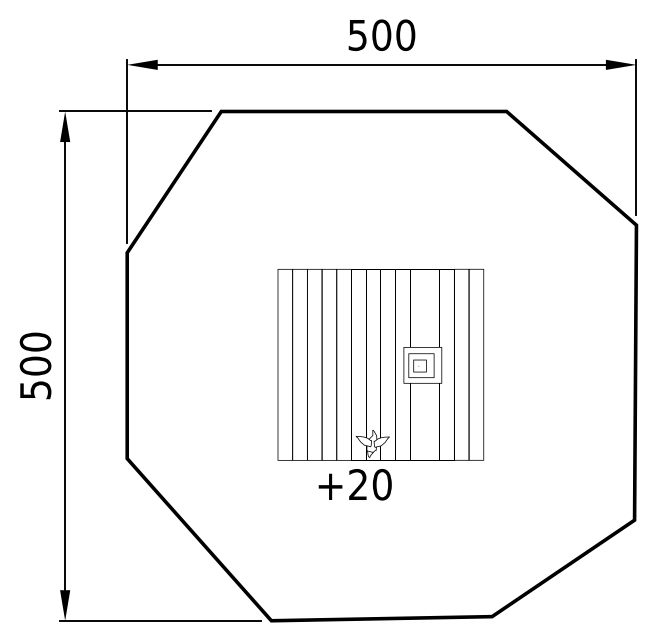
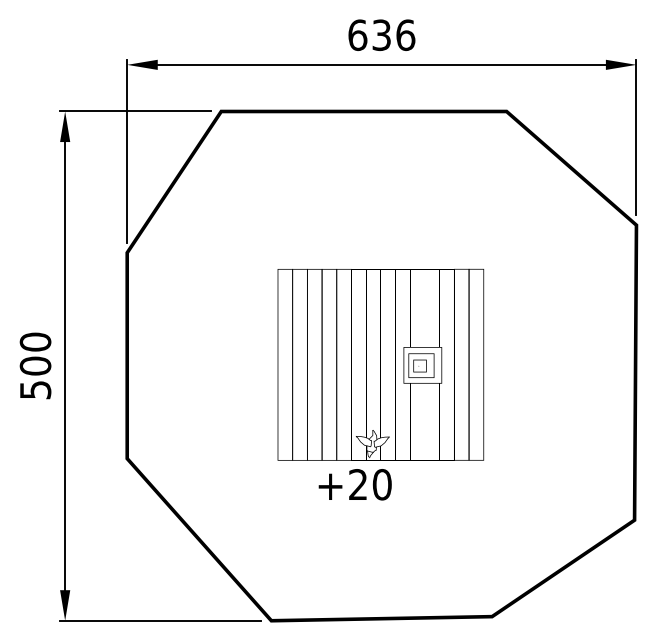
text at (381, 35): 500 -> 636
